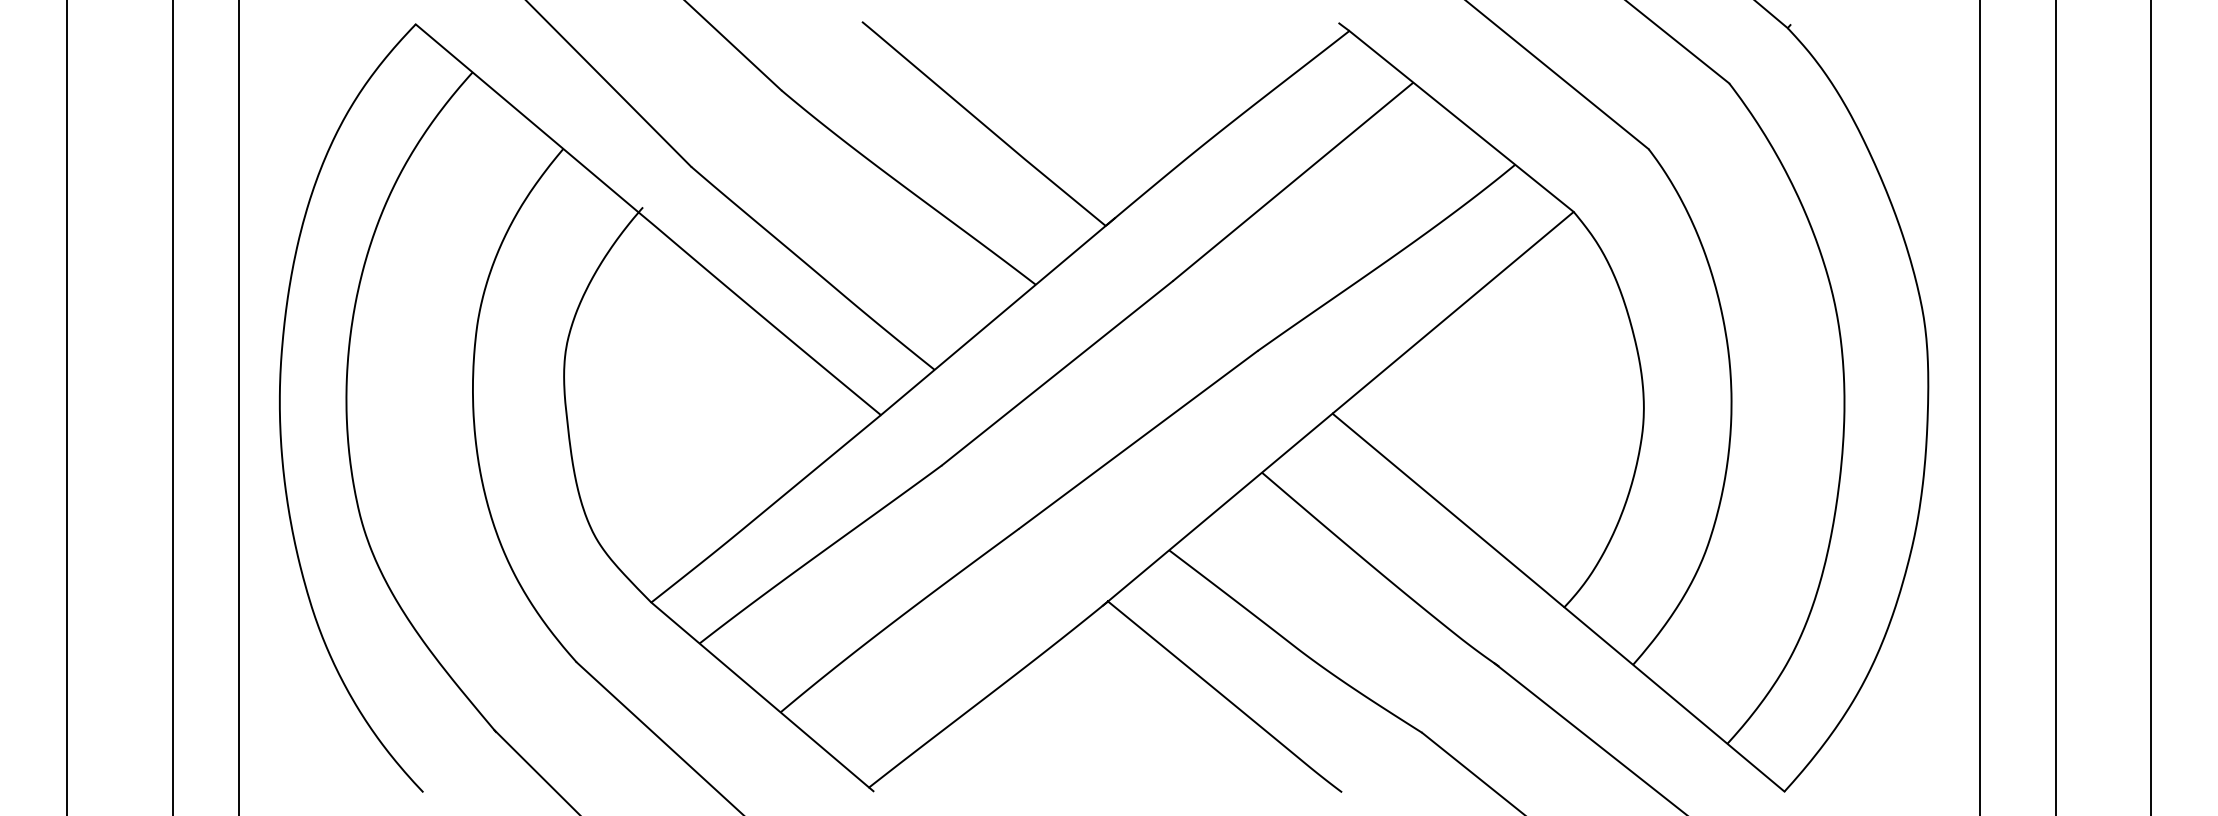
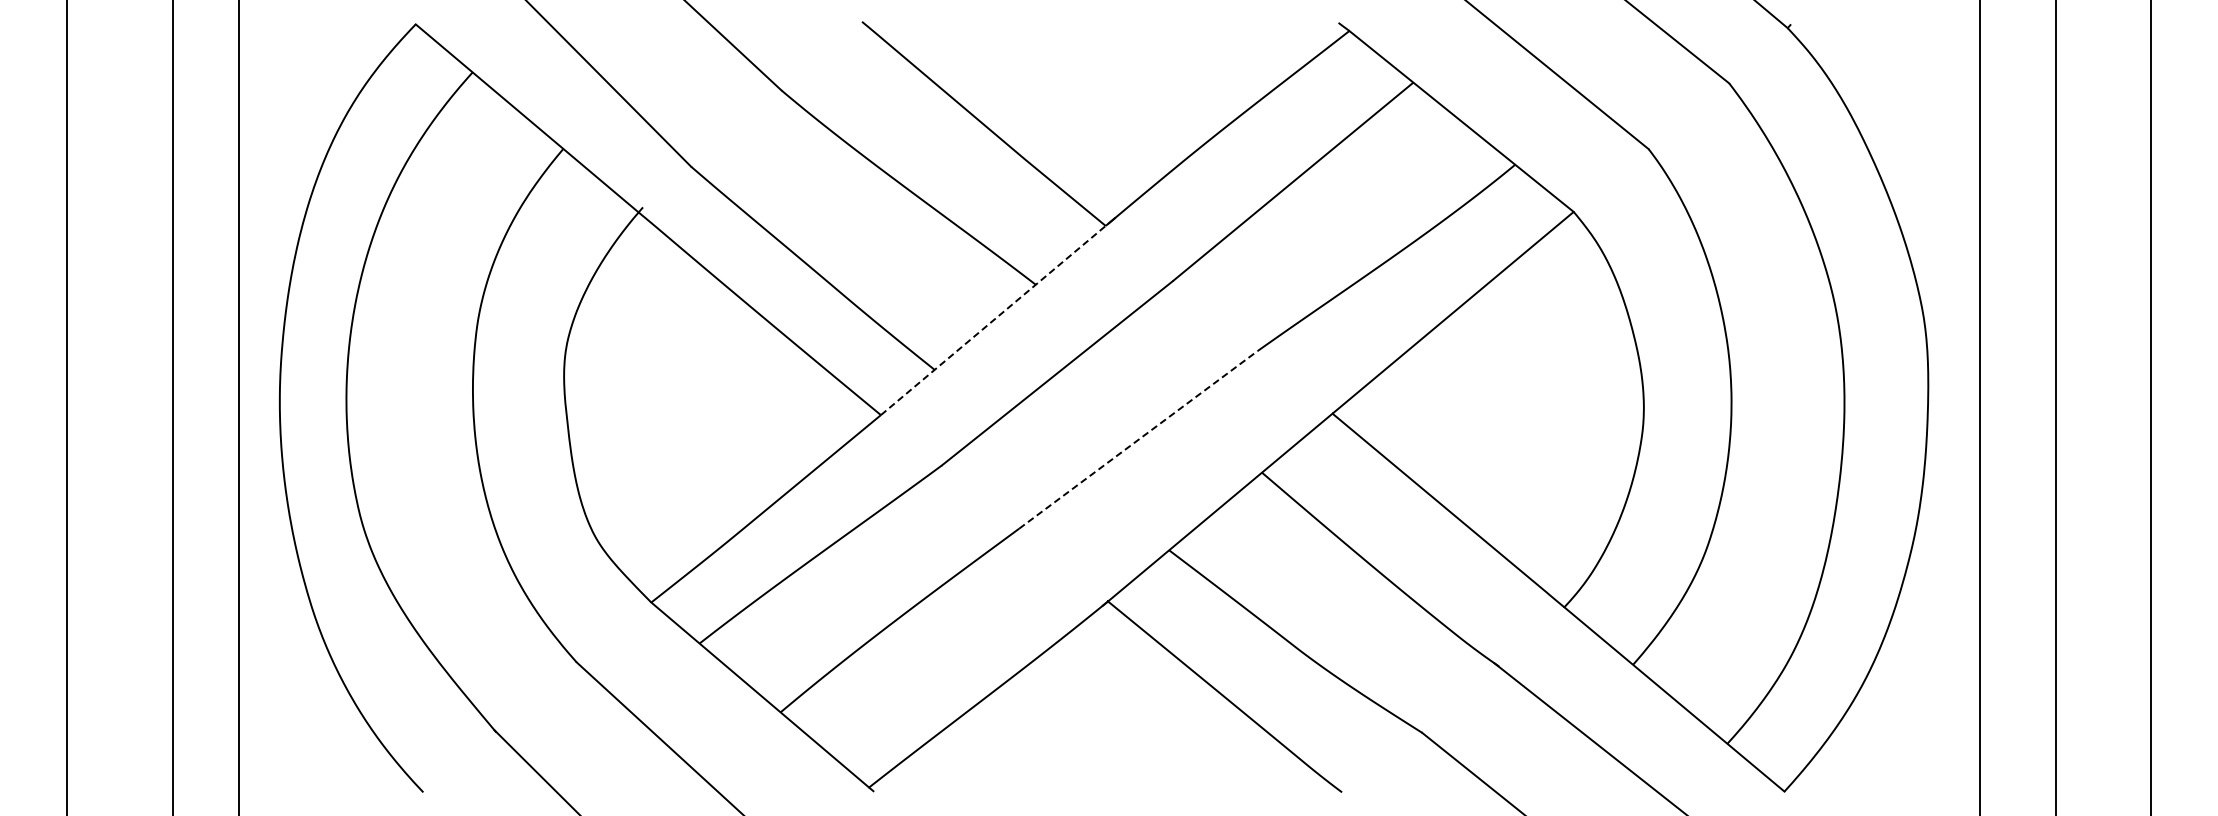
line at (994, 319): solid -> dashed
line at (1138, 439): solid -> dashed
